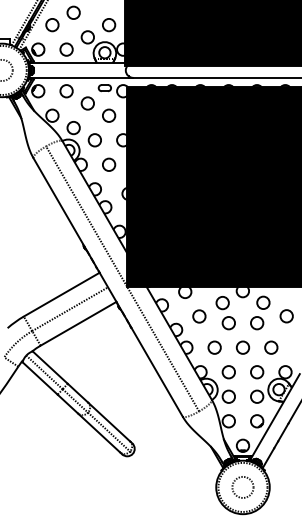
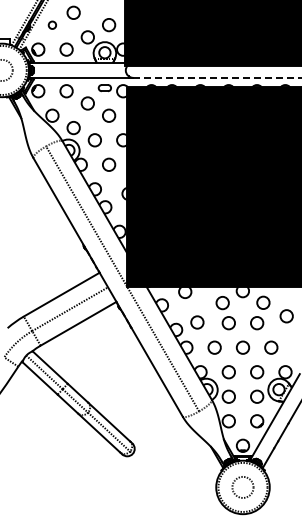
circle at (52, 25) size: 15x15 px -> 10x10 px
line at (218, 77): solid -> dashed
circle at (199, 316) position: (199, 316) -> (197, 322)
